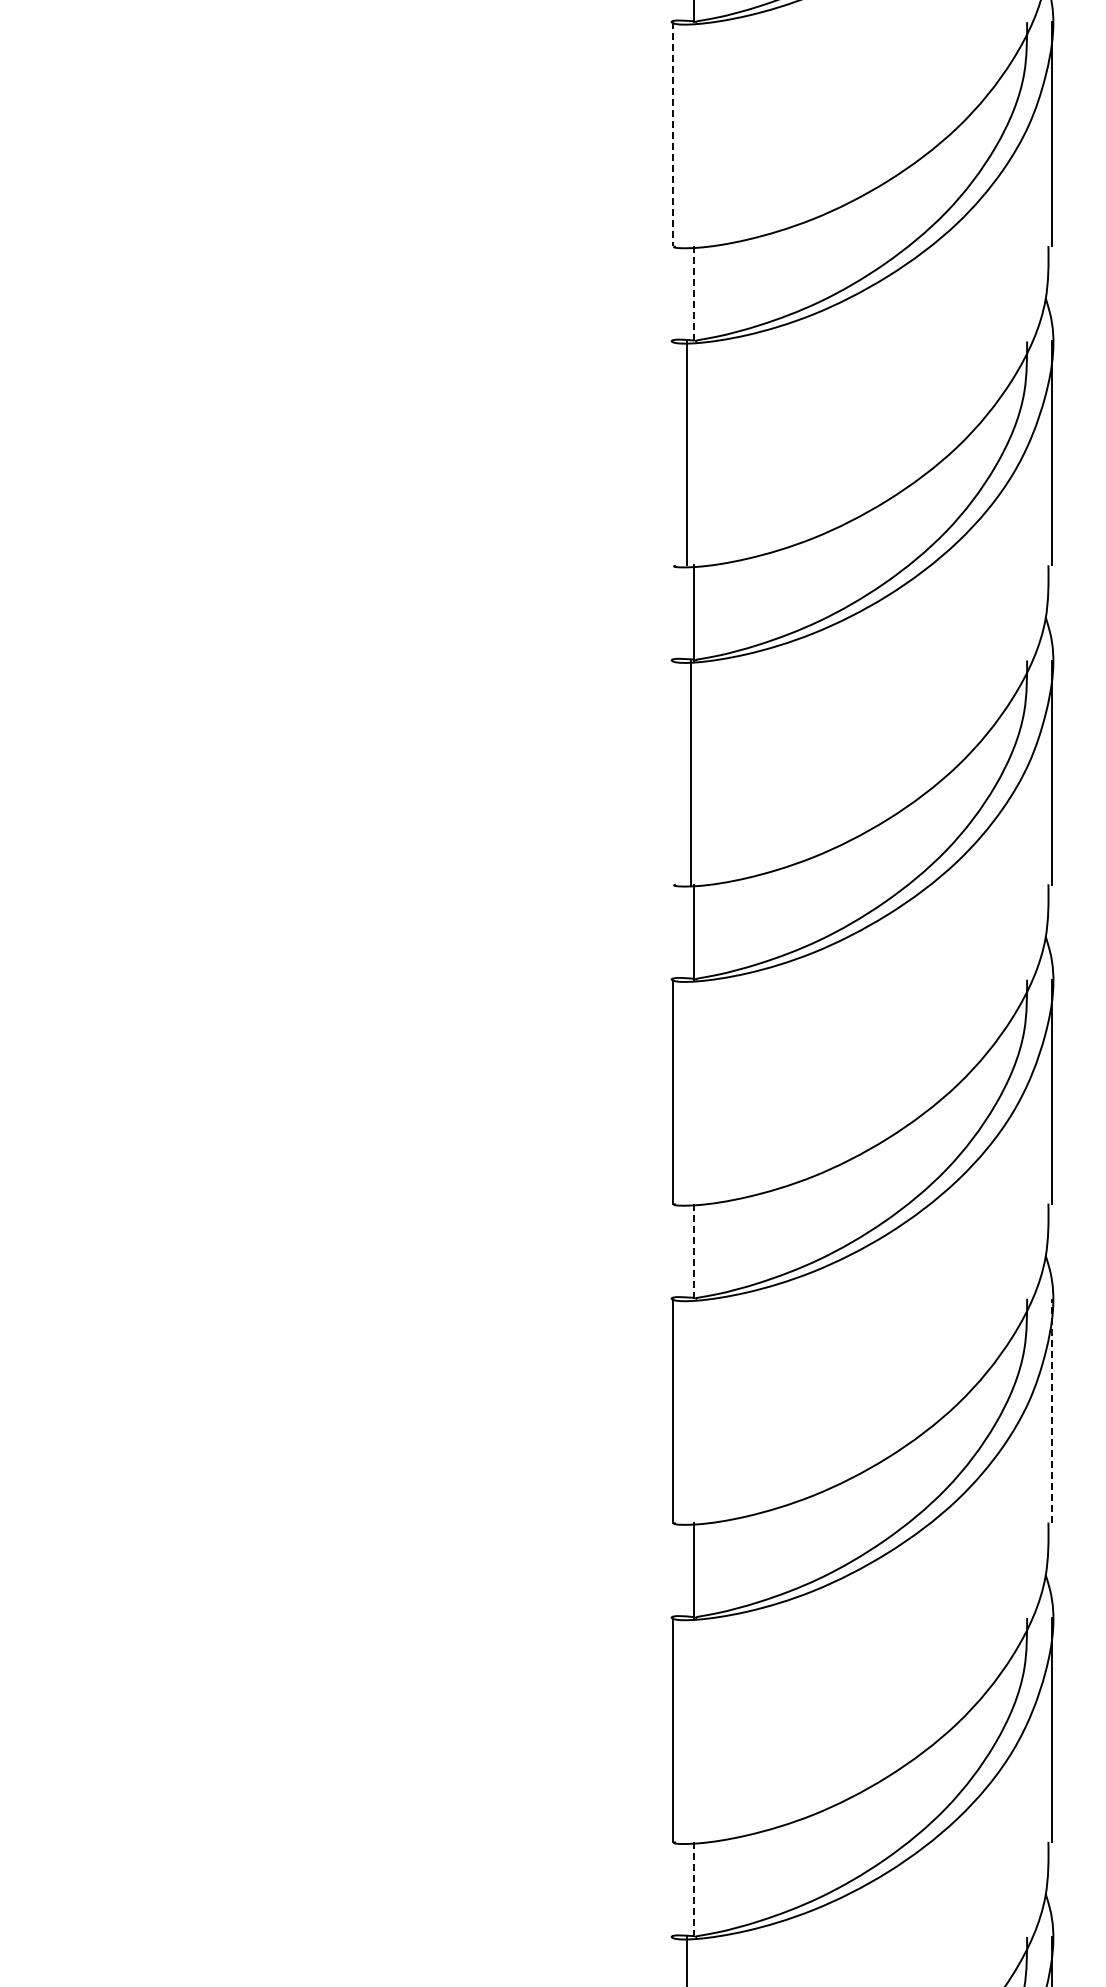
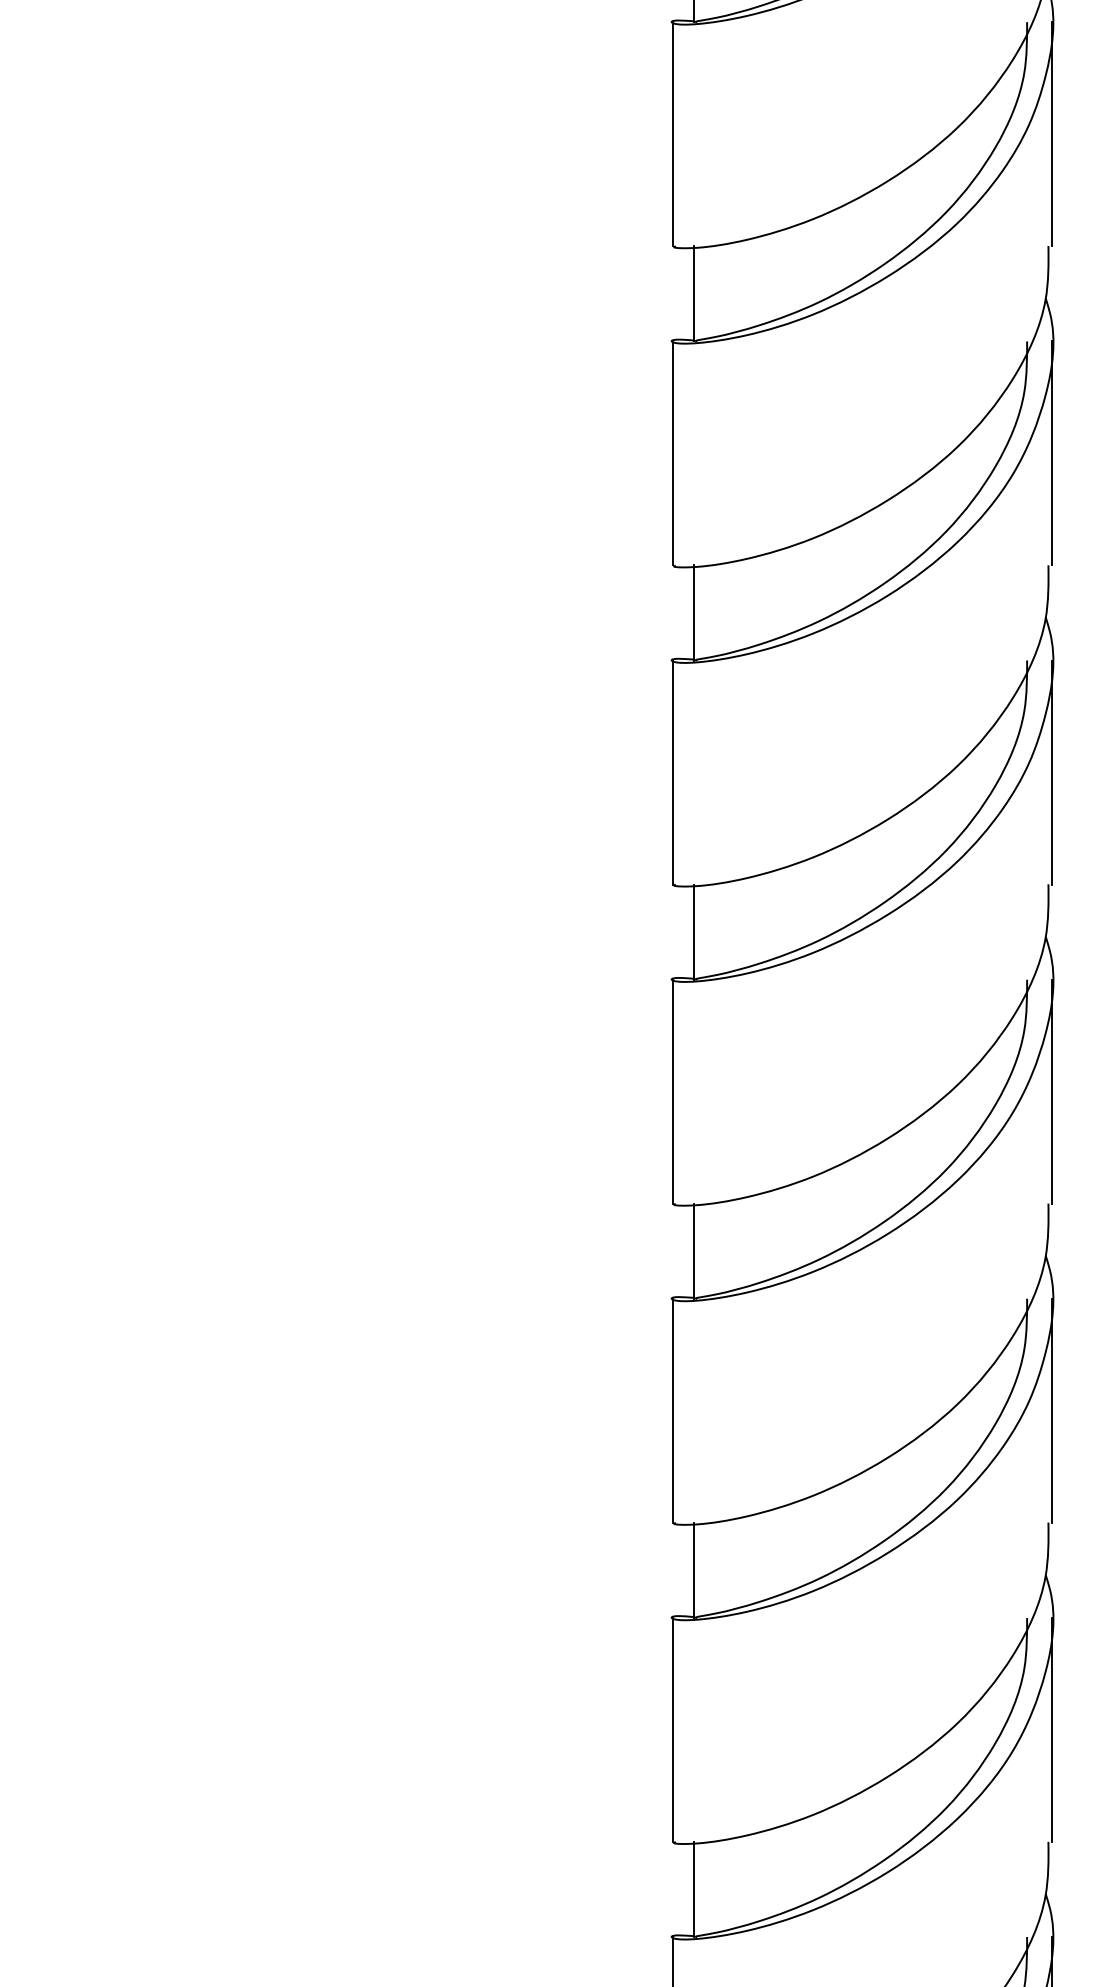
line at (672, 134): dashed -> solid
line at (694, 293): dashed -> solid
line at (686, 453) position: (686, 453) -> (672, 453)
line at (690, 772) position: (690, 772) -> (672, 772)
line at (694, 1251): dashed -> solid
line at (1051, 1410): dashed -> solid
line at (694, 1889): dashed -> solid
line at (686, 1960) position: (686, 1960) -> (672, 1960)
